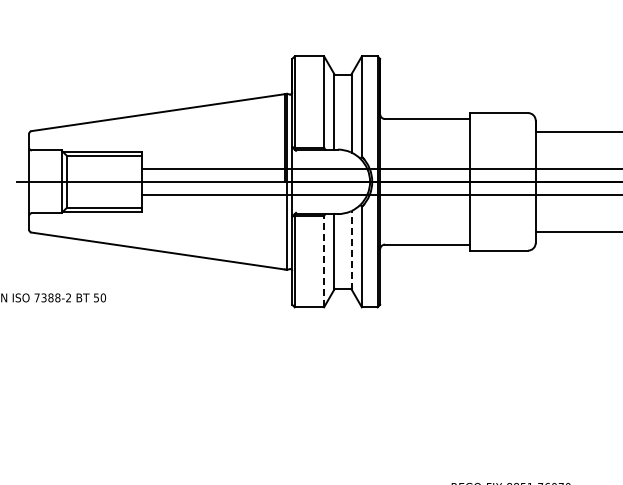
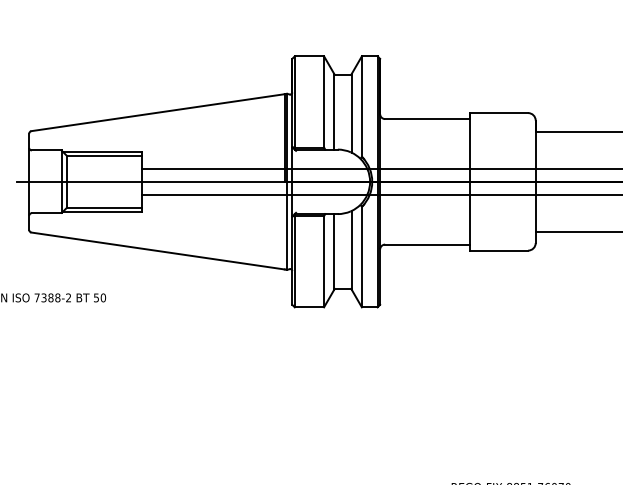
line at (351, 249): dashed -> solid
line at (324, 261): dashed -> solid
